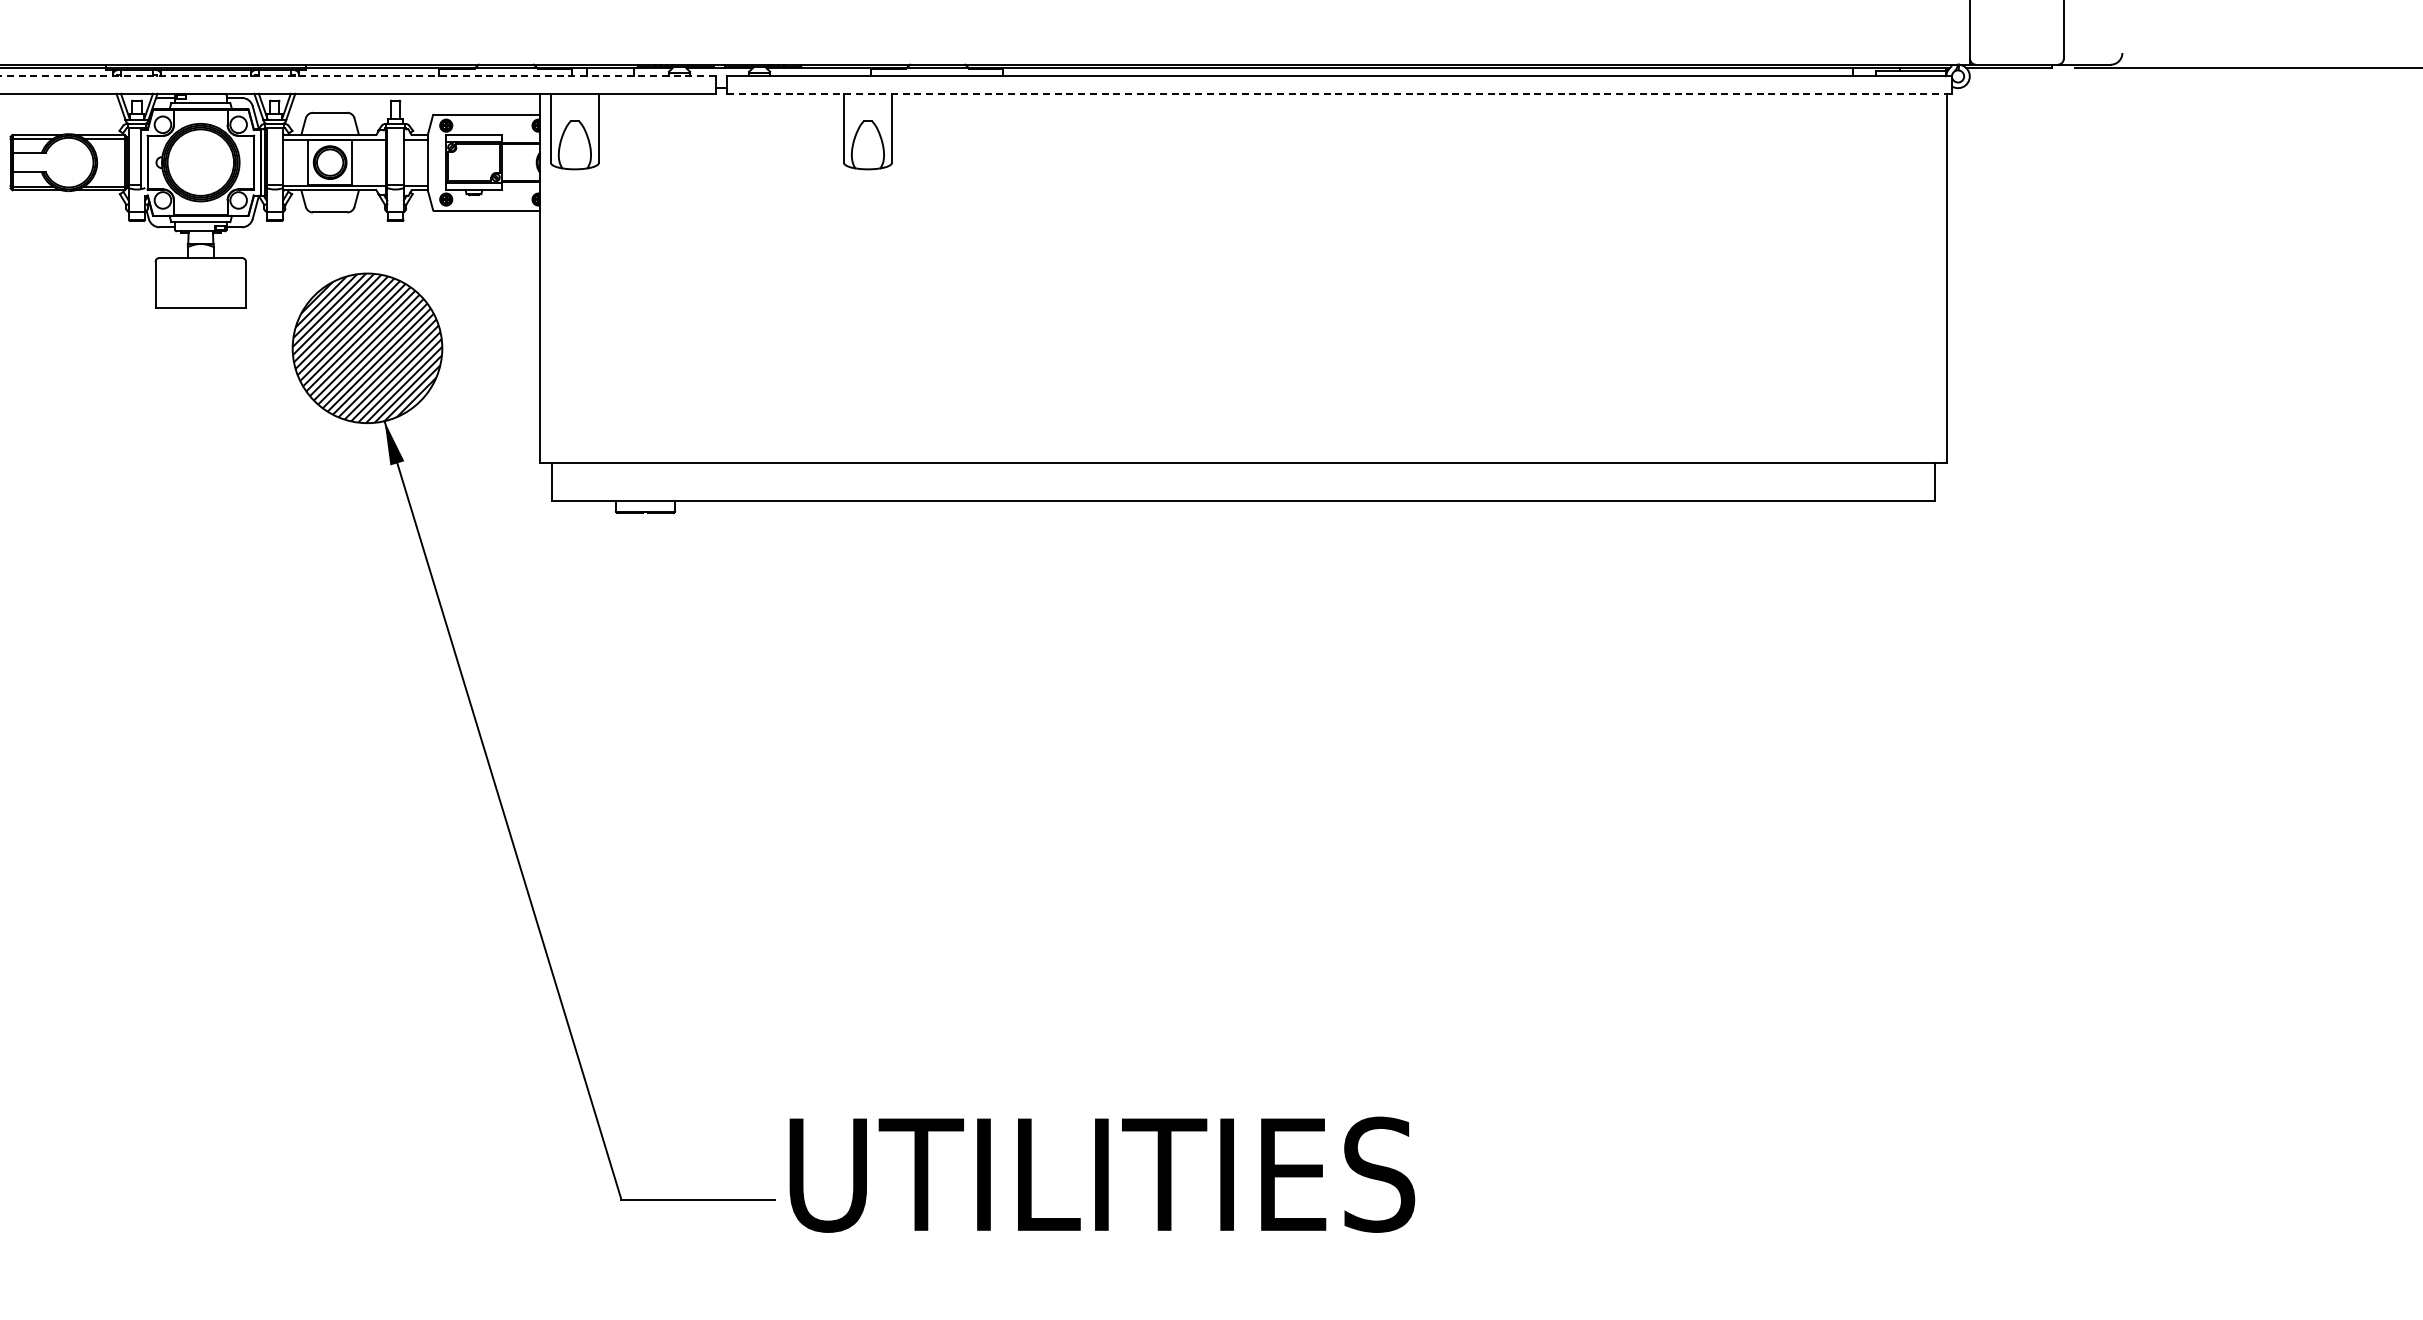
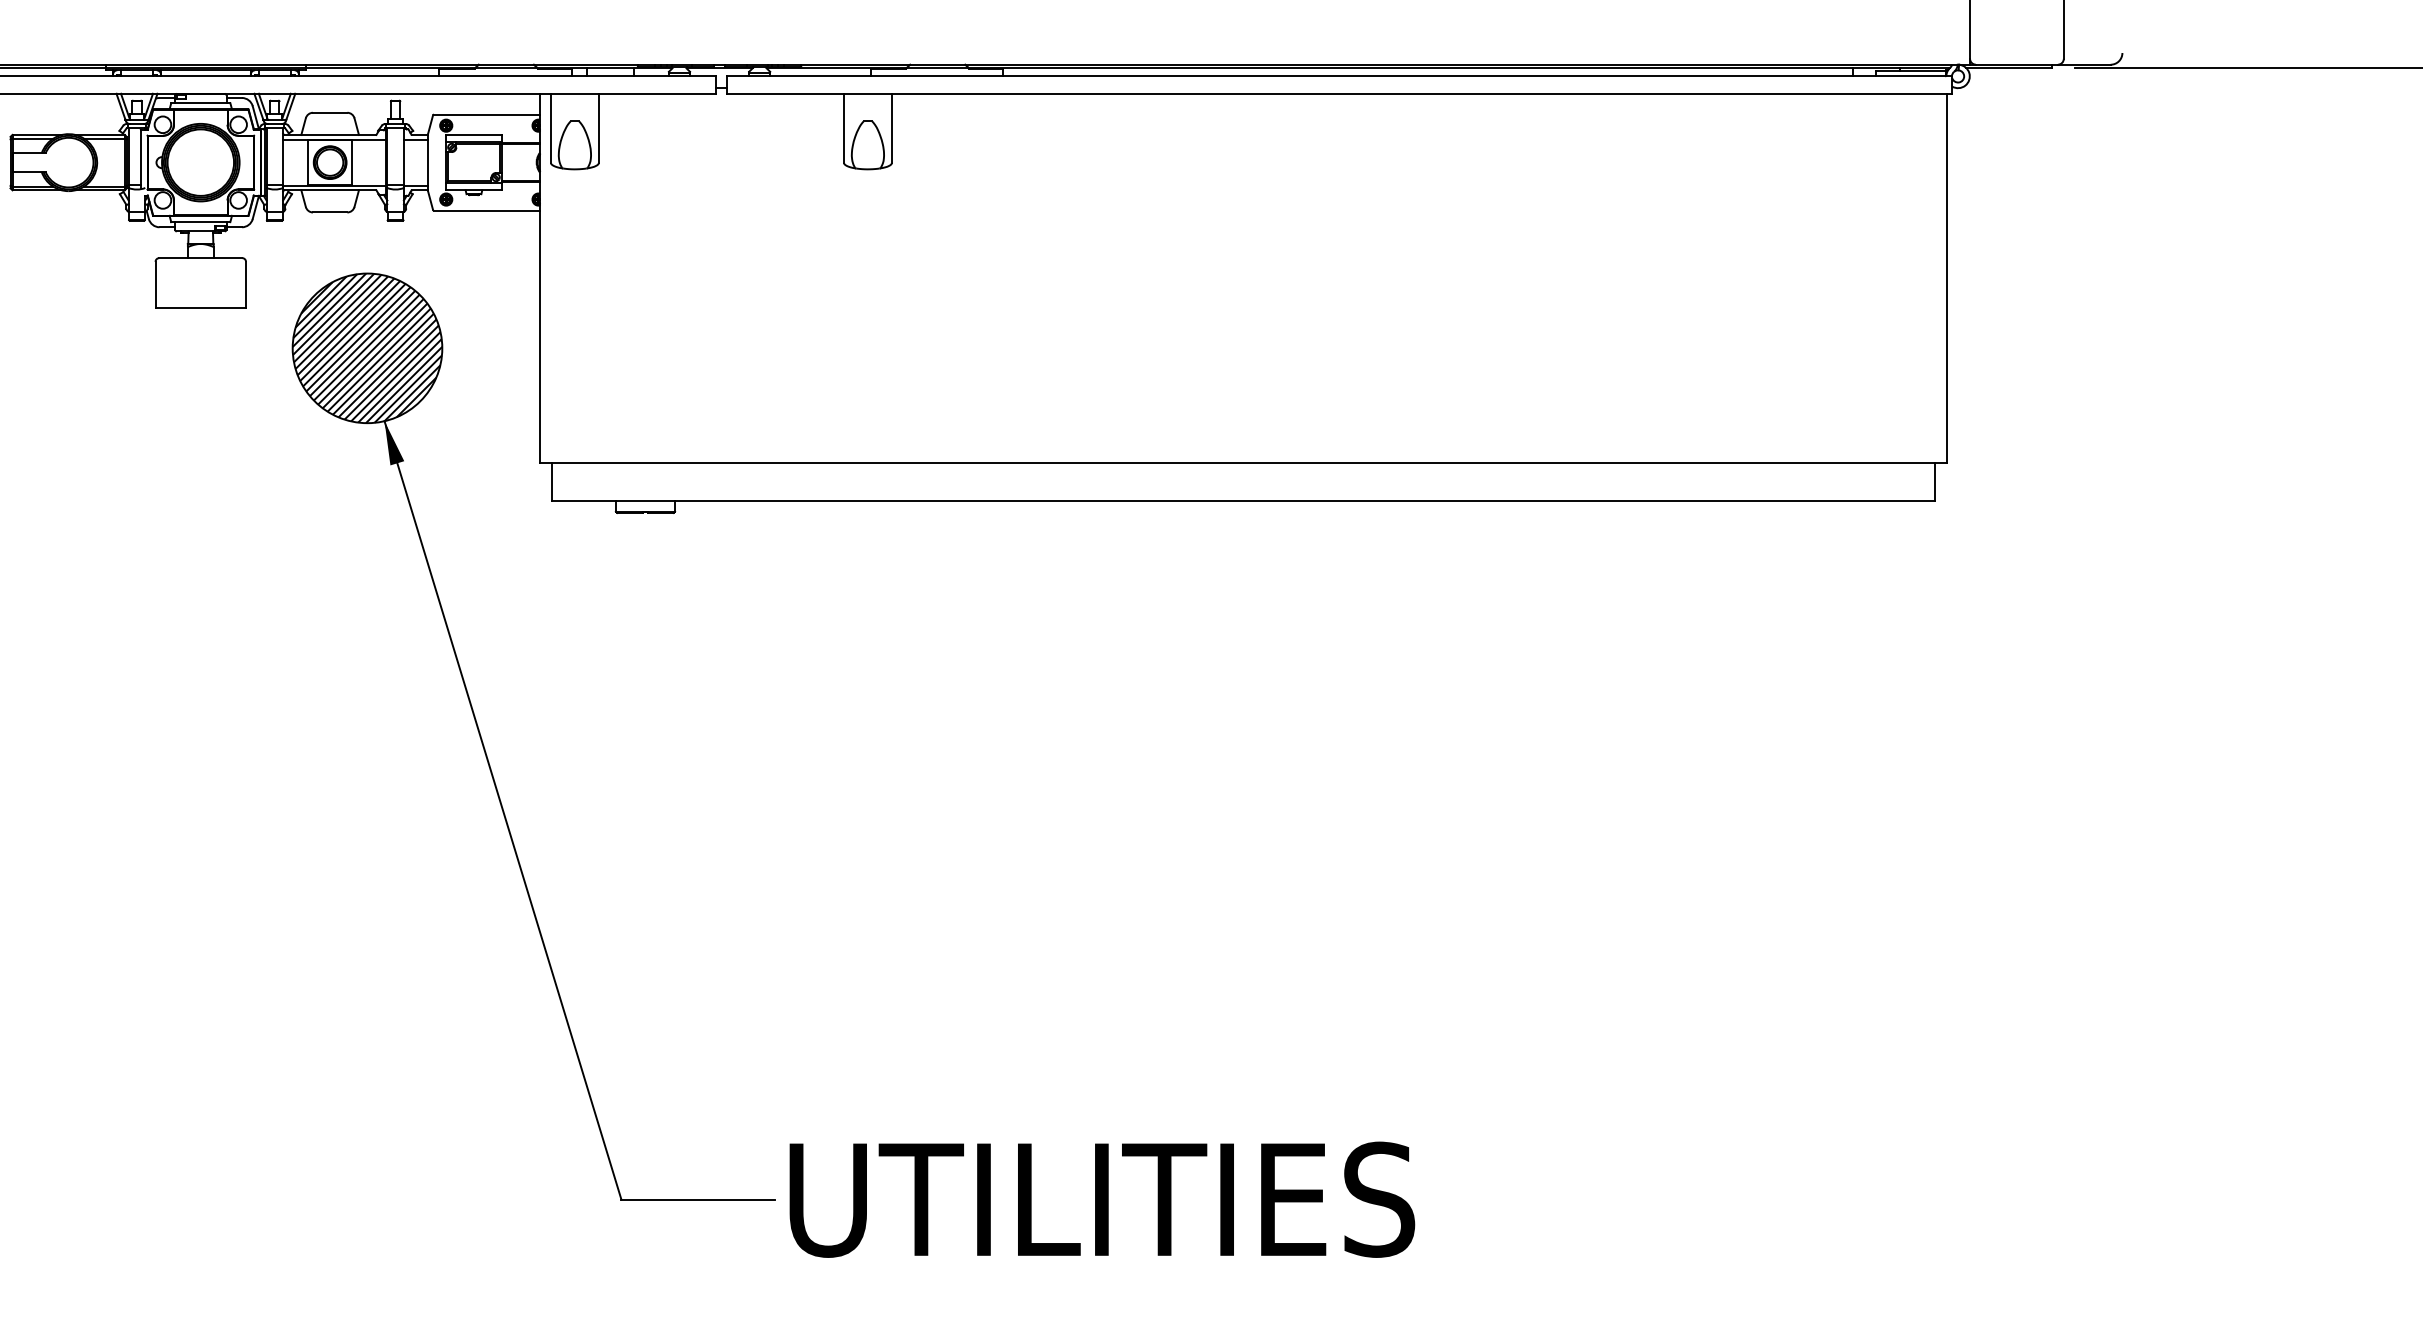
line at (357, 76): dashed -> solid
line at (1340, 93): dashed -> solid
text at (1102, 1174) position: (1102, 1174) -> (1102, 1199)
